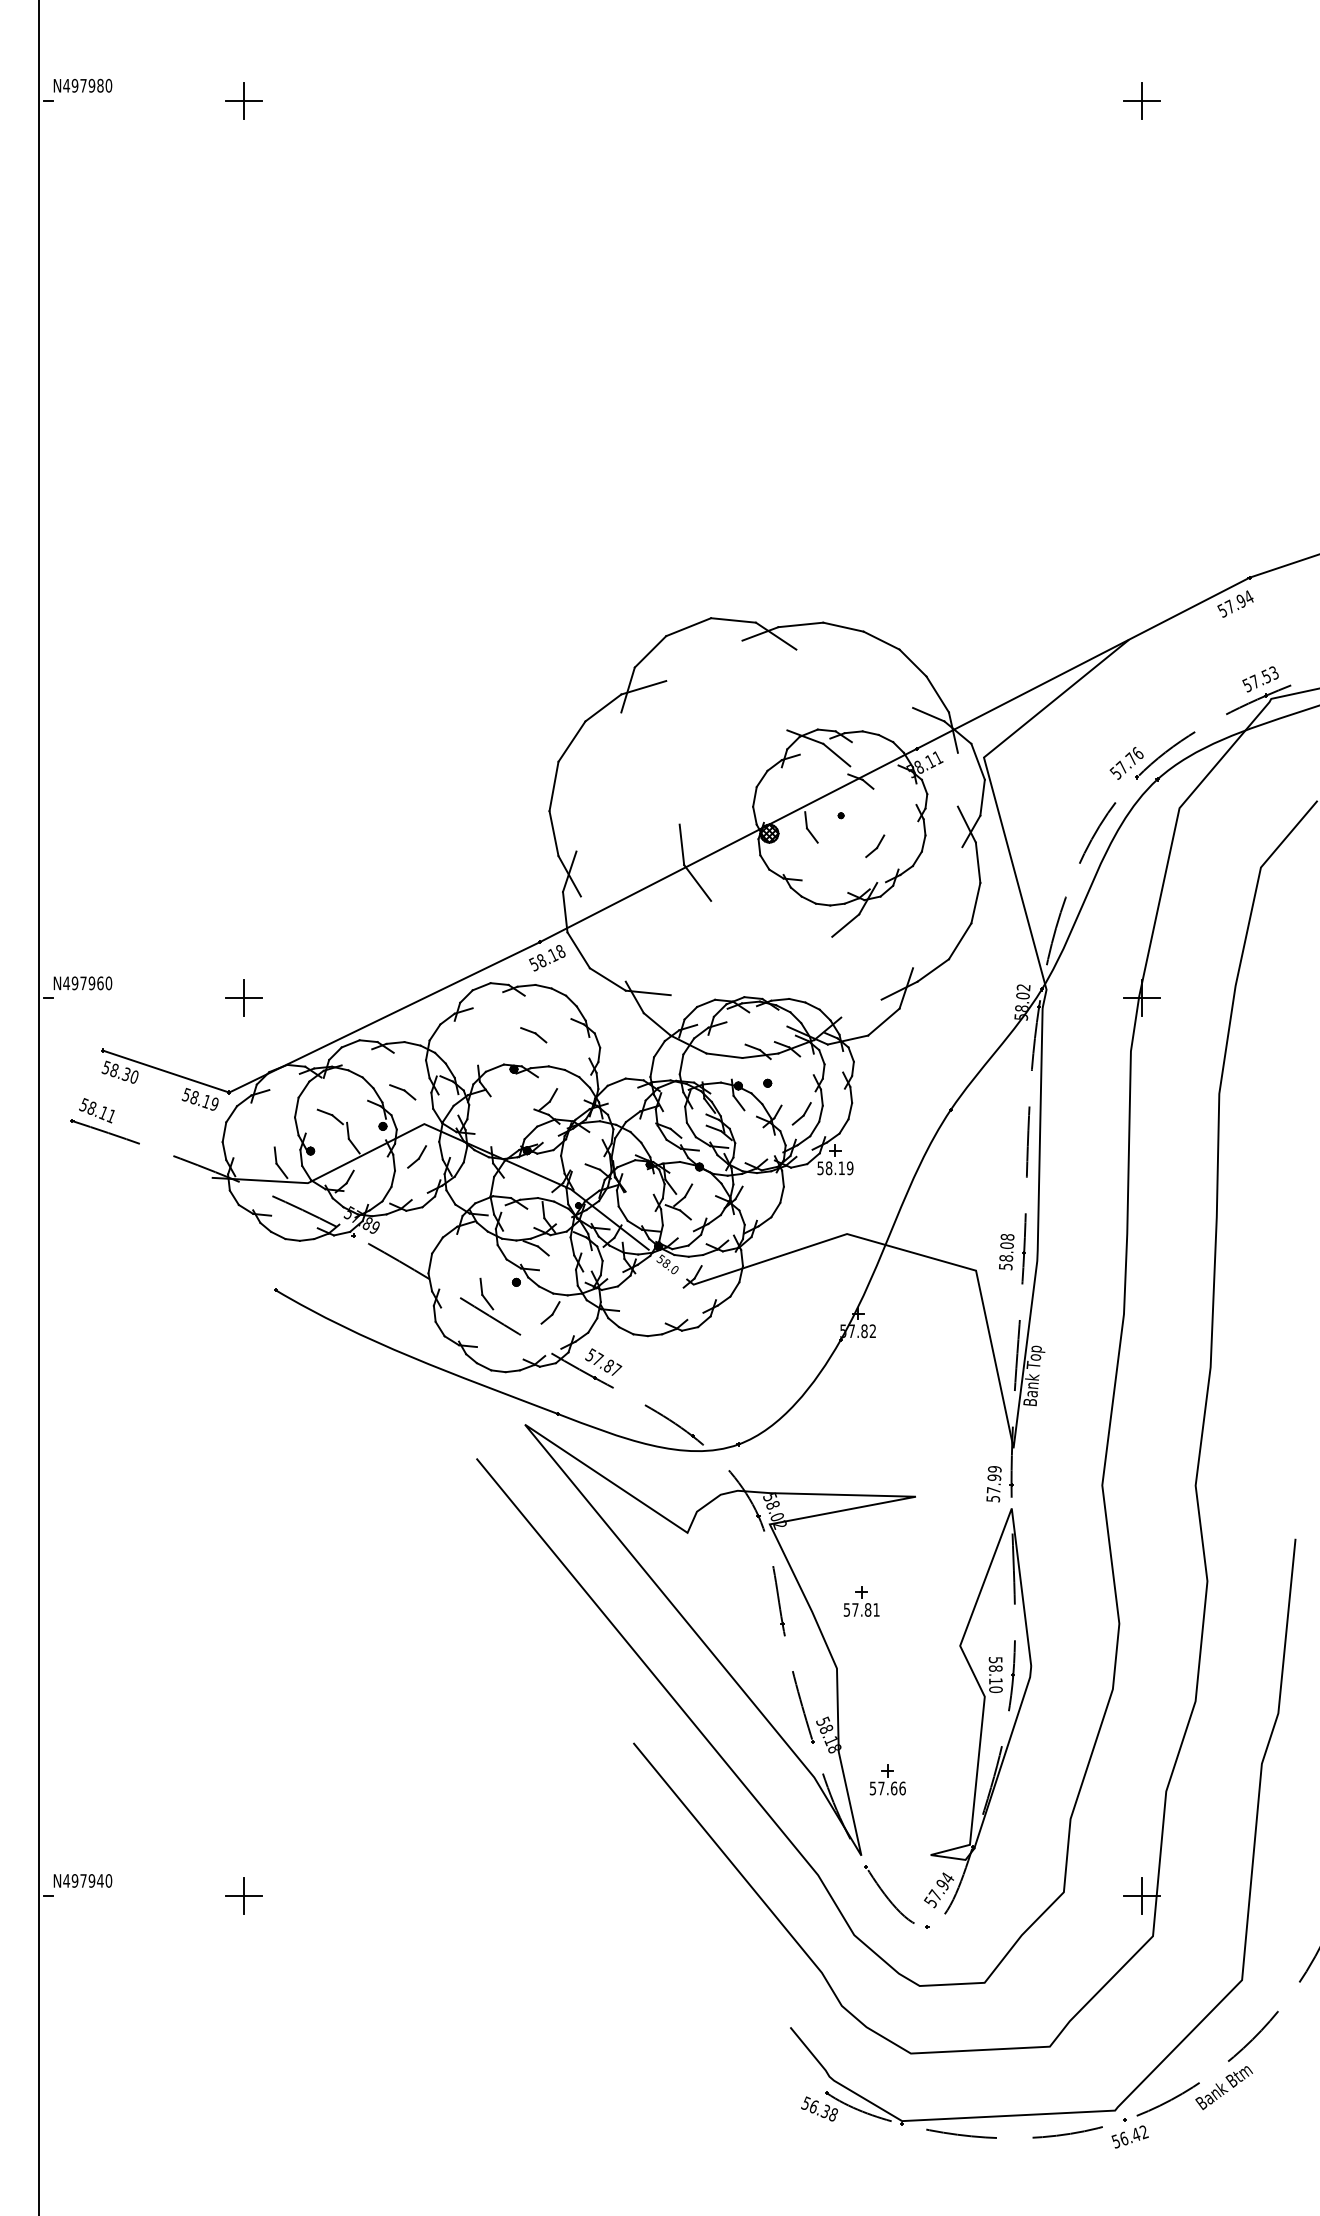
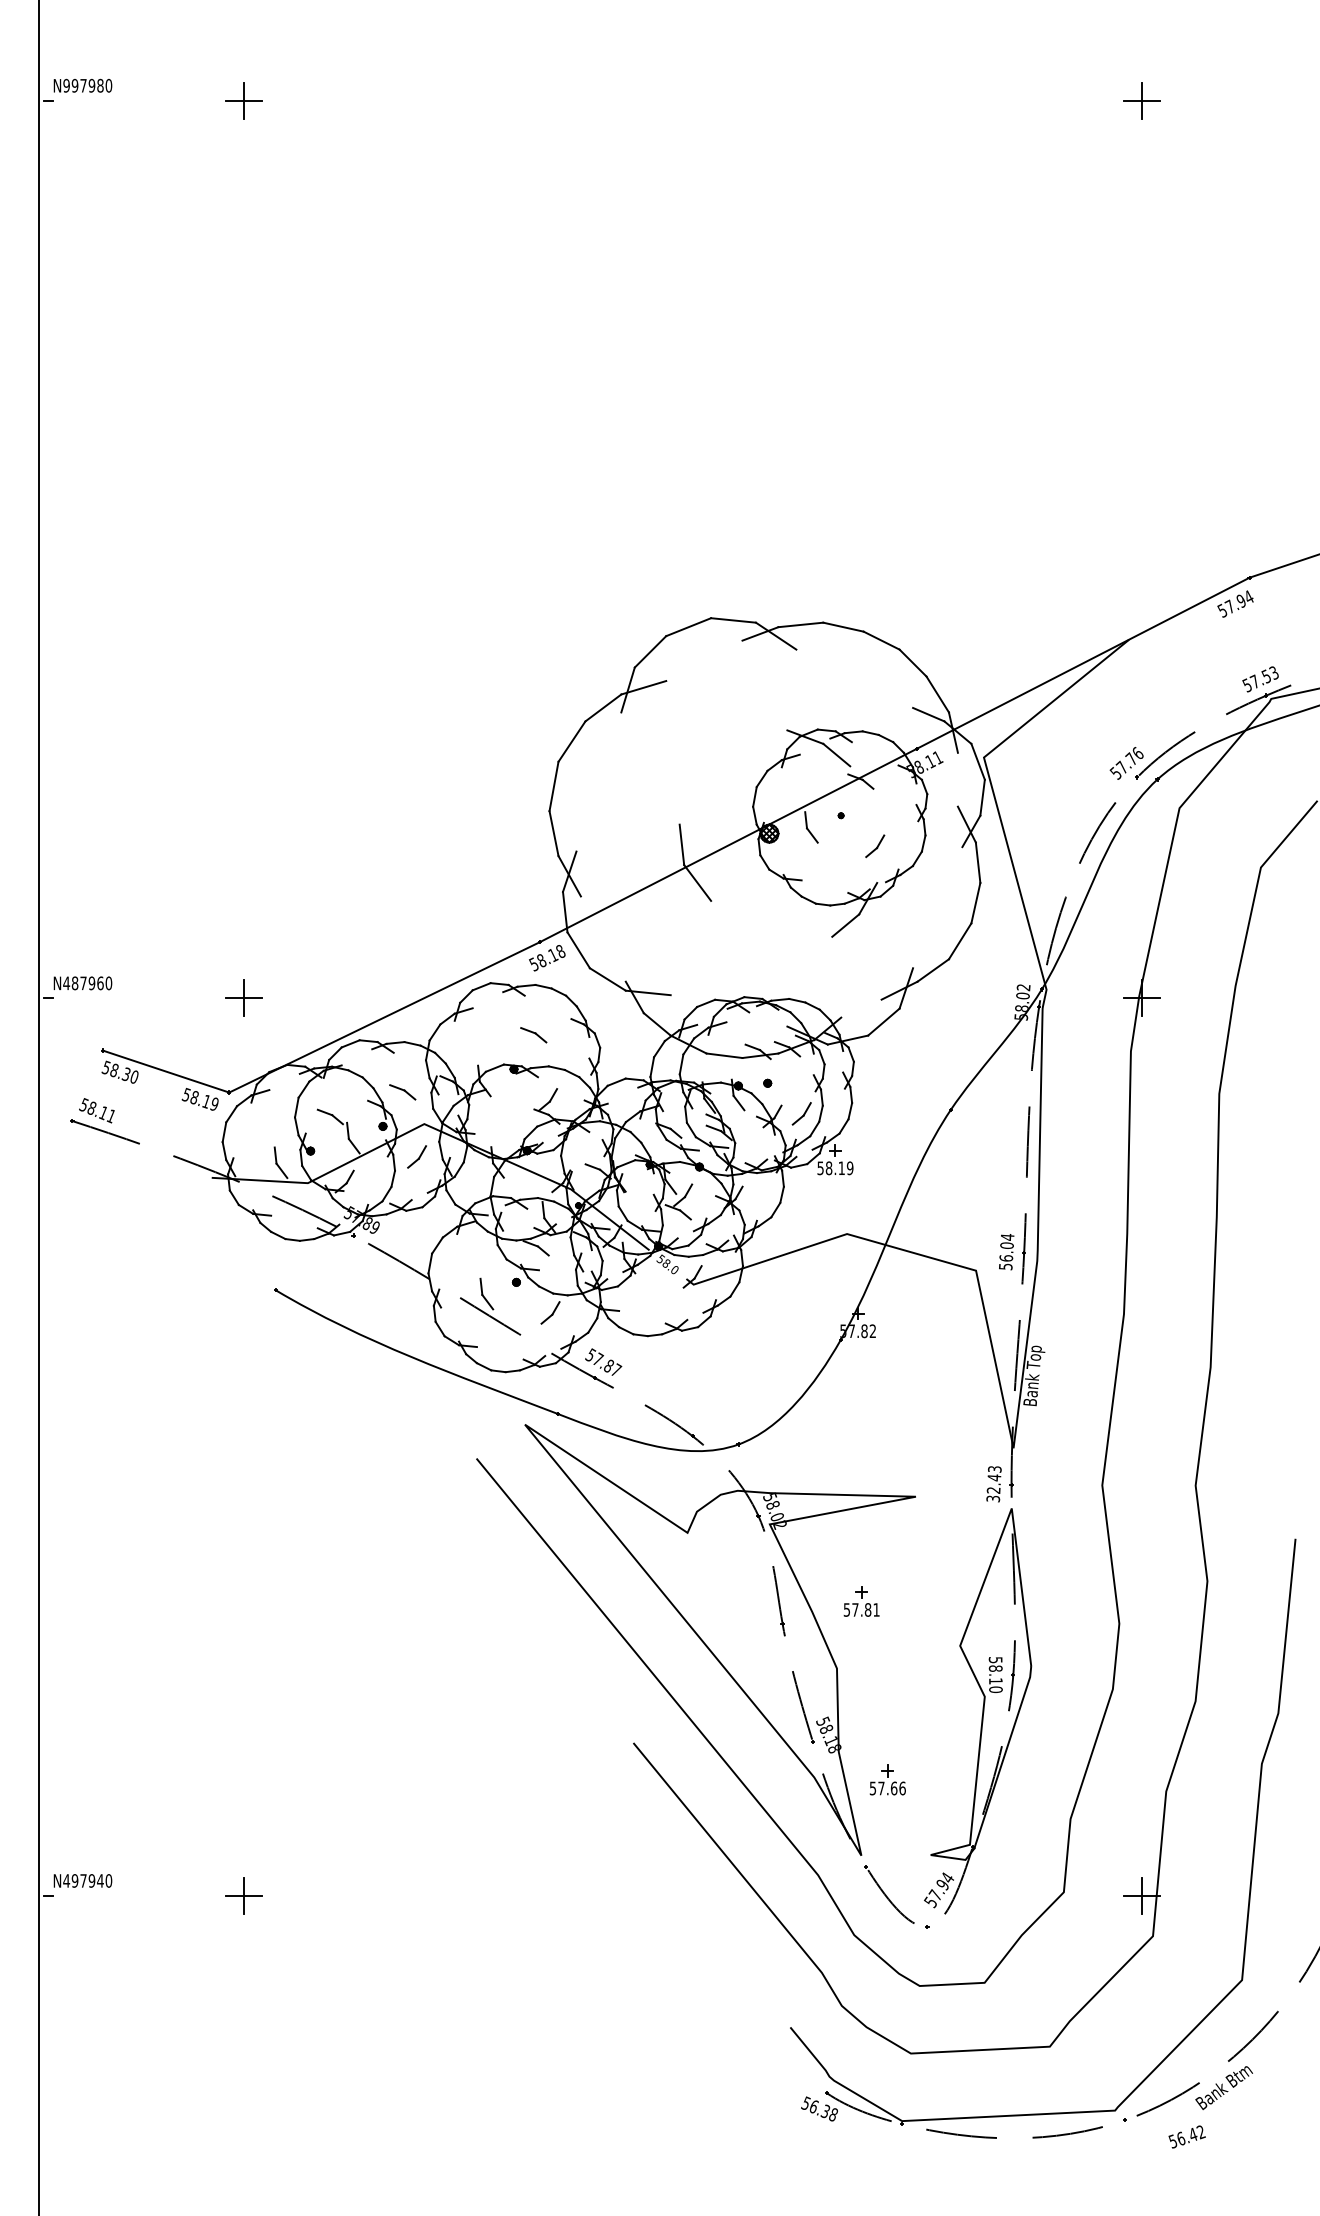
text at (66, 85): N497980 -> N997980
text at (74, 983): N497960 -> N487960
text at (1006, 1247): 58.08 -> 56.04
text at (993, 1483): 57.99 -> 32.43
text at (1129, 2136) position: (1129, 2136) -> (1186, 2136)
